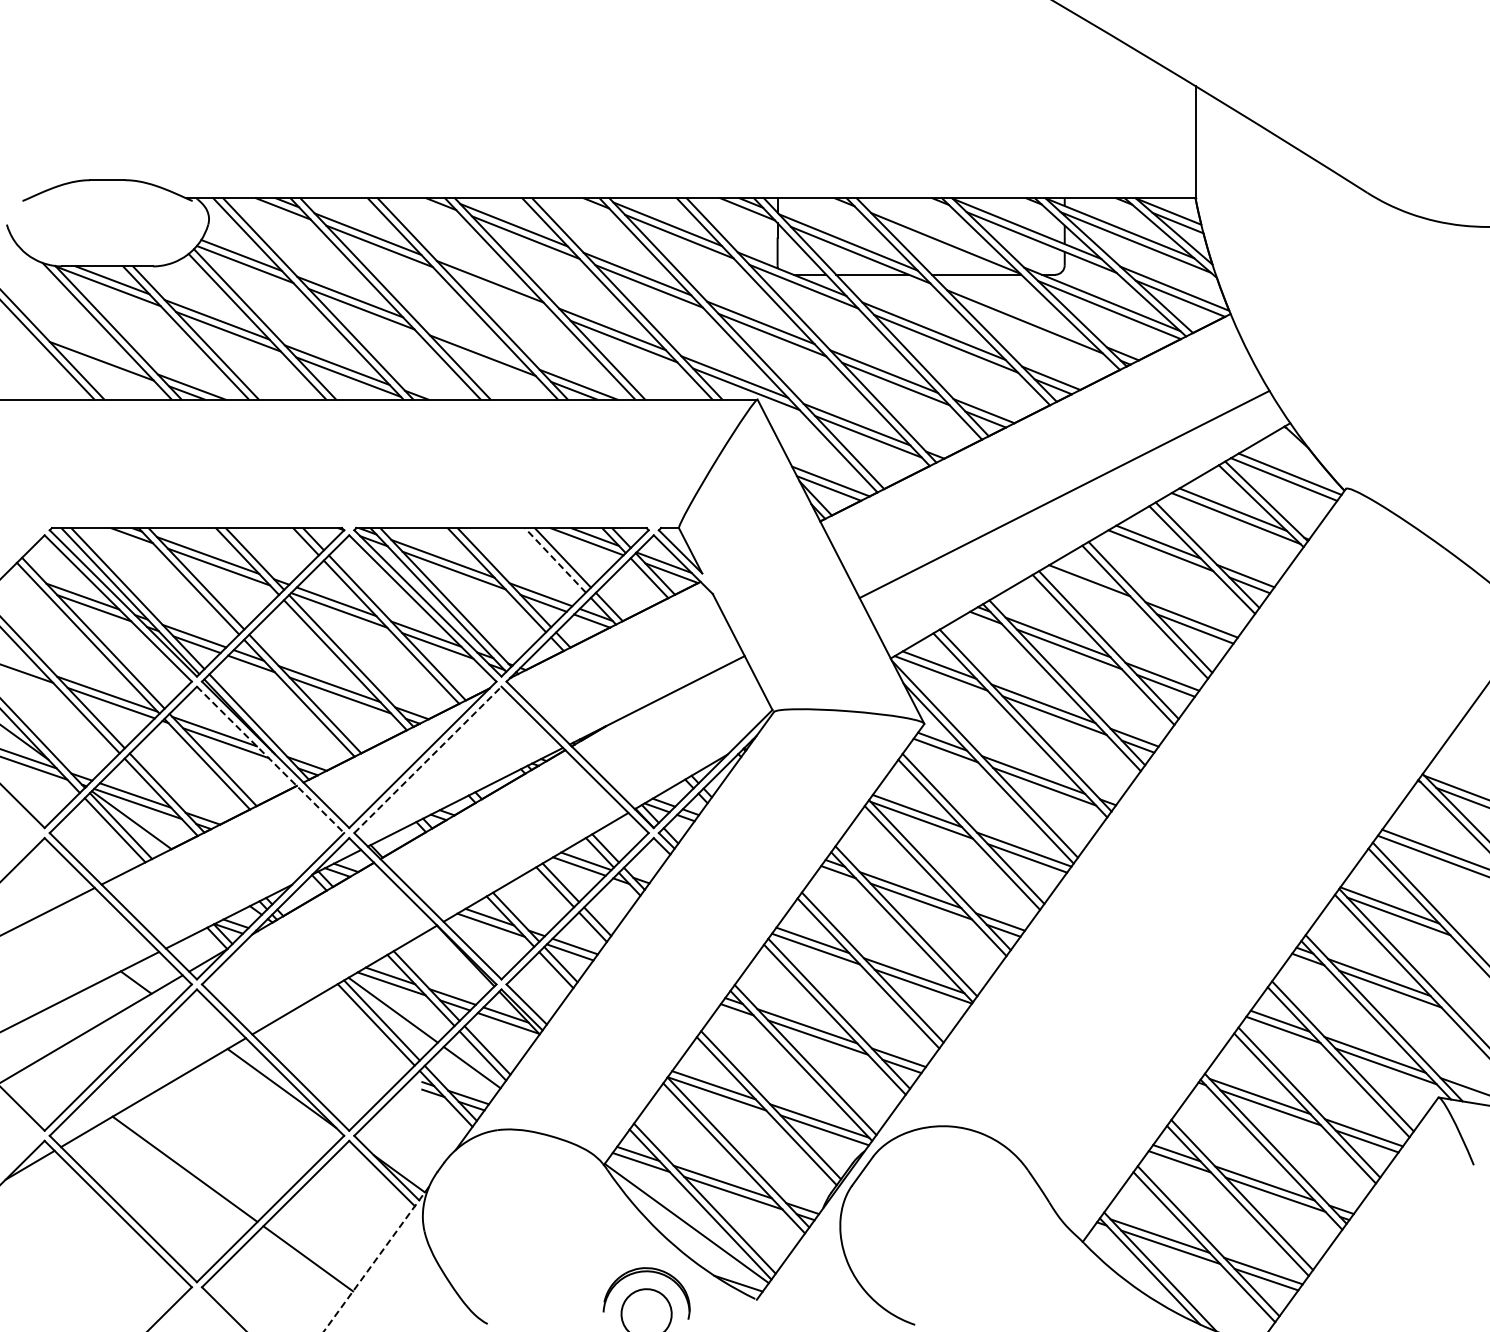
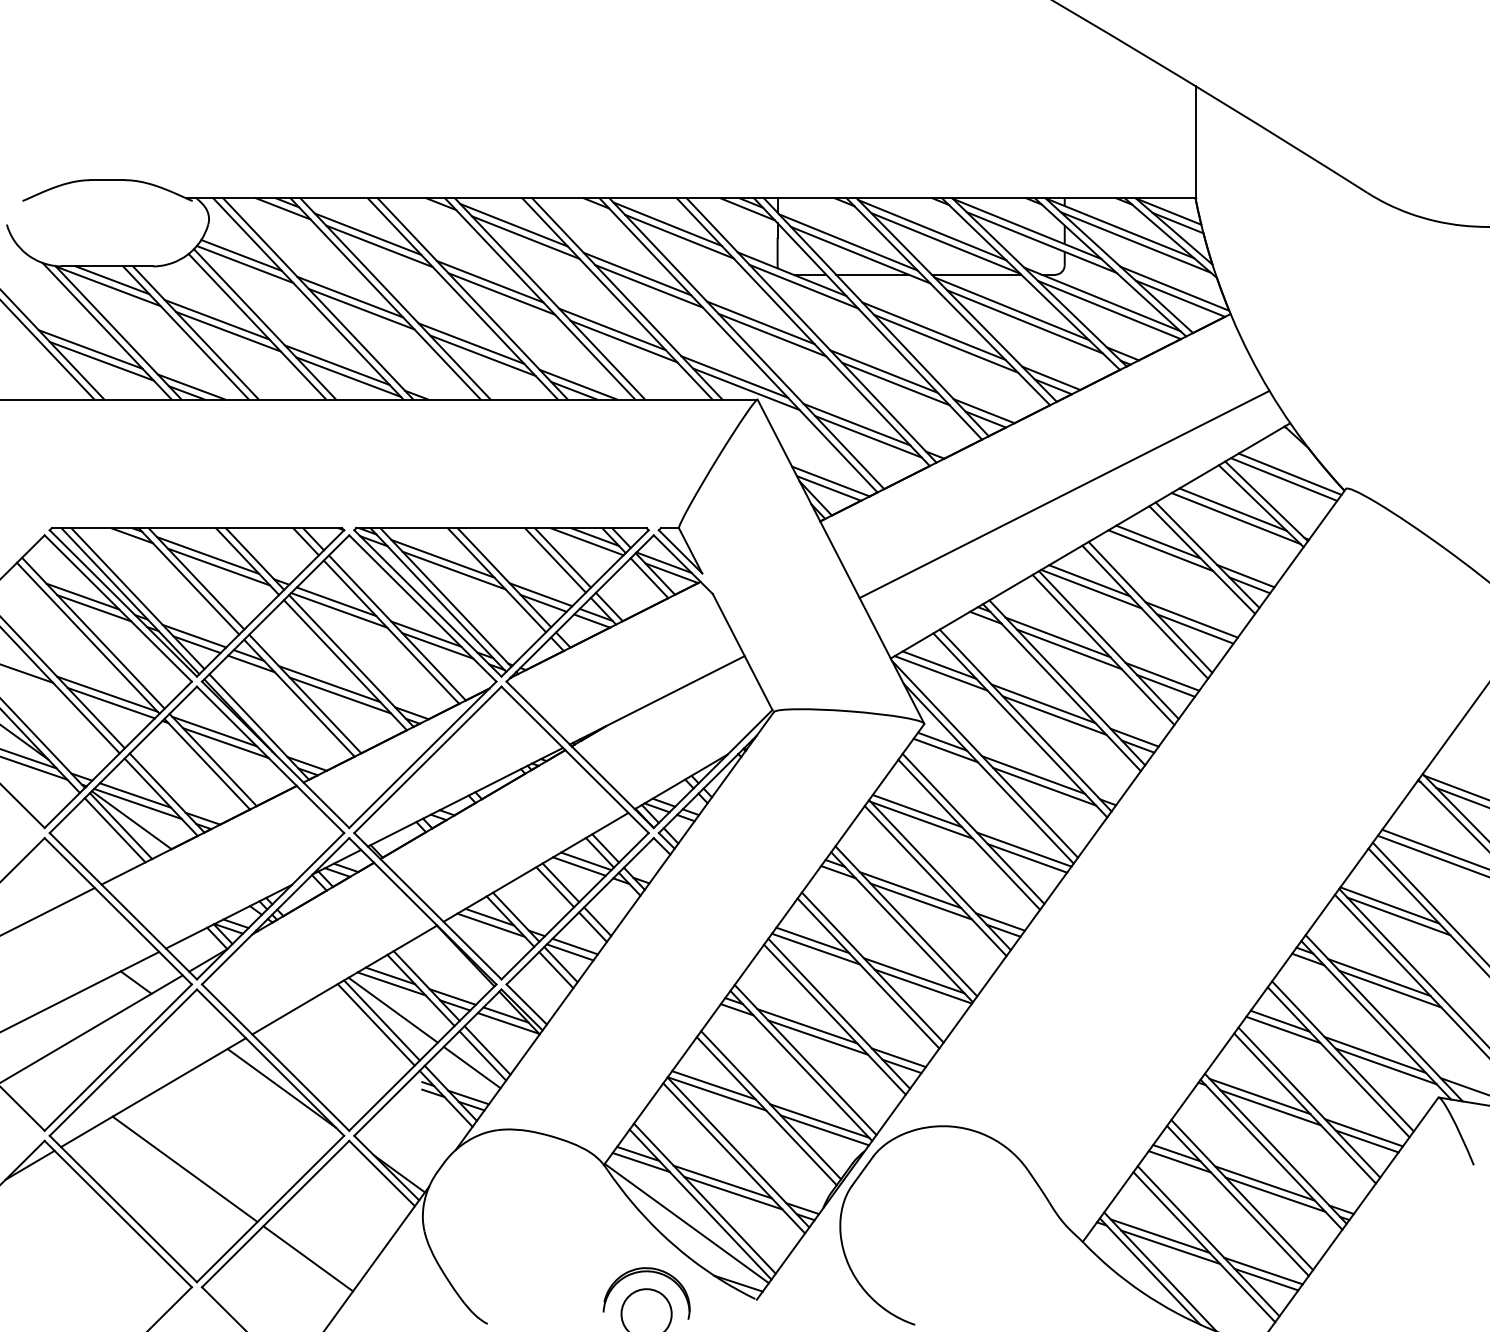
line at (932, 230): none -> present
line at (501, 293): none -> present
line at (1011, 308): none -> present
line at (471, 343): none -> present
line at (90, 349): none -> present
line at (555, 560): dashed -> solid
line at (1091, 588): none -> present
line at (270, 759): dashed -> solid
line at (427, 759): dashed -> solid
line at (376, 1259): dashed -> solid
